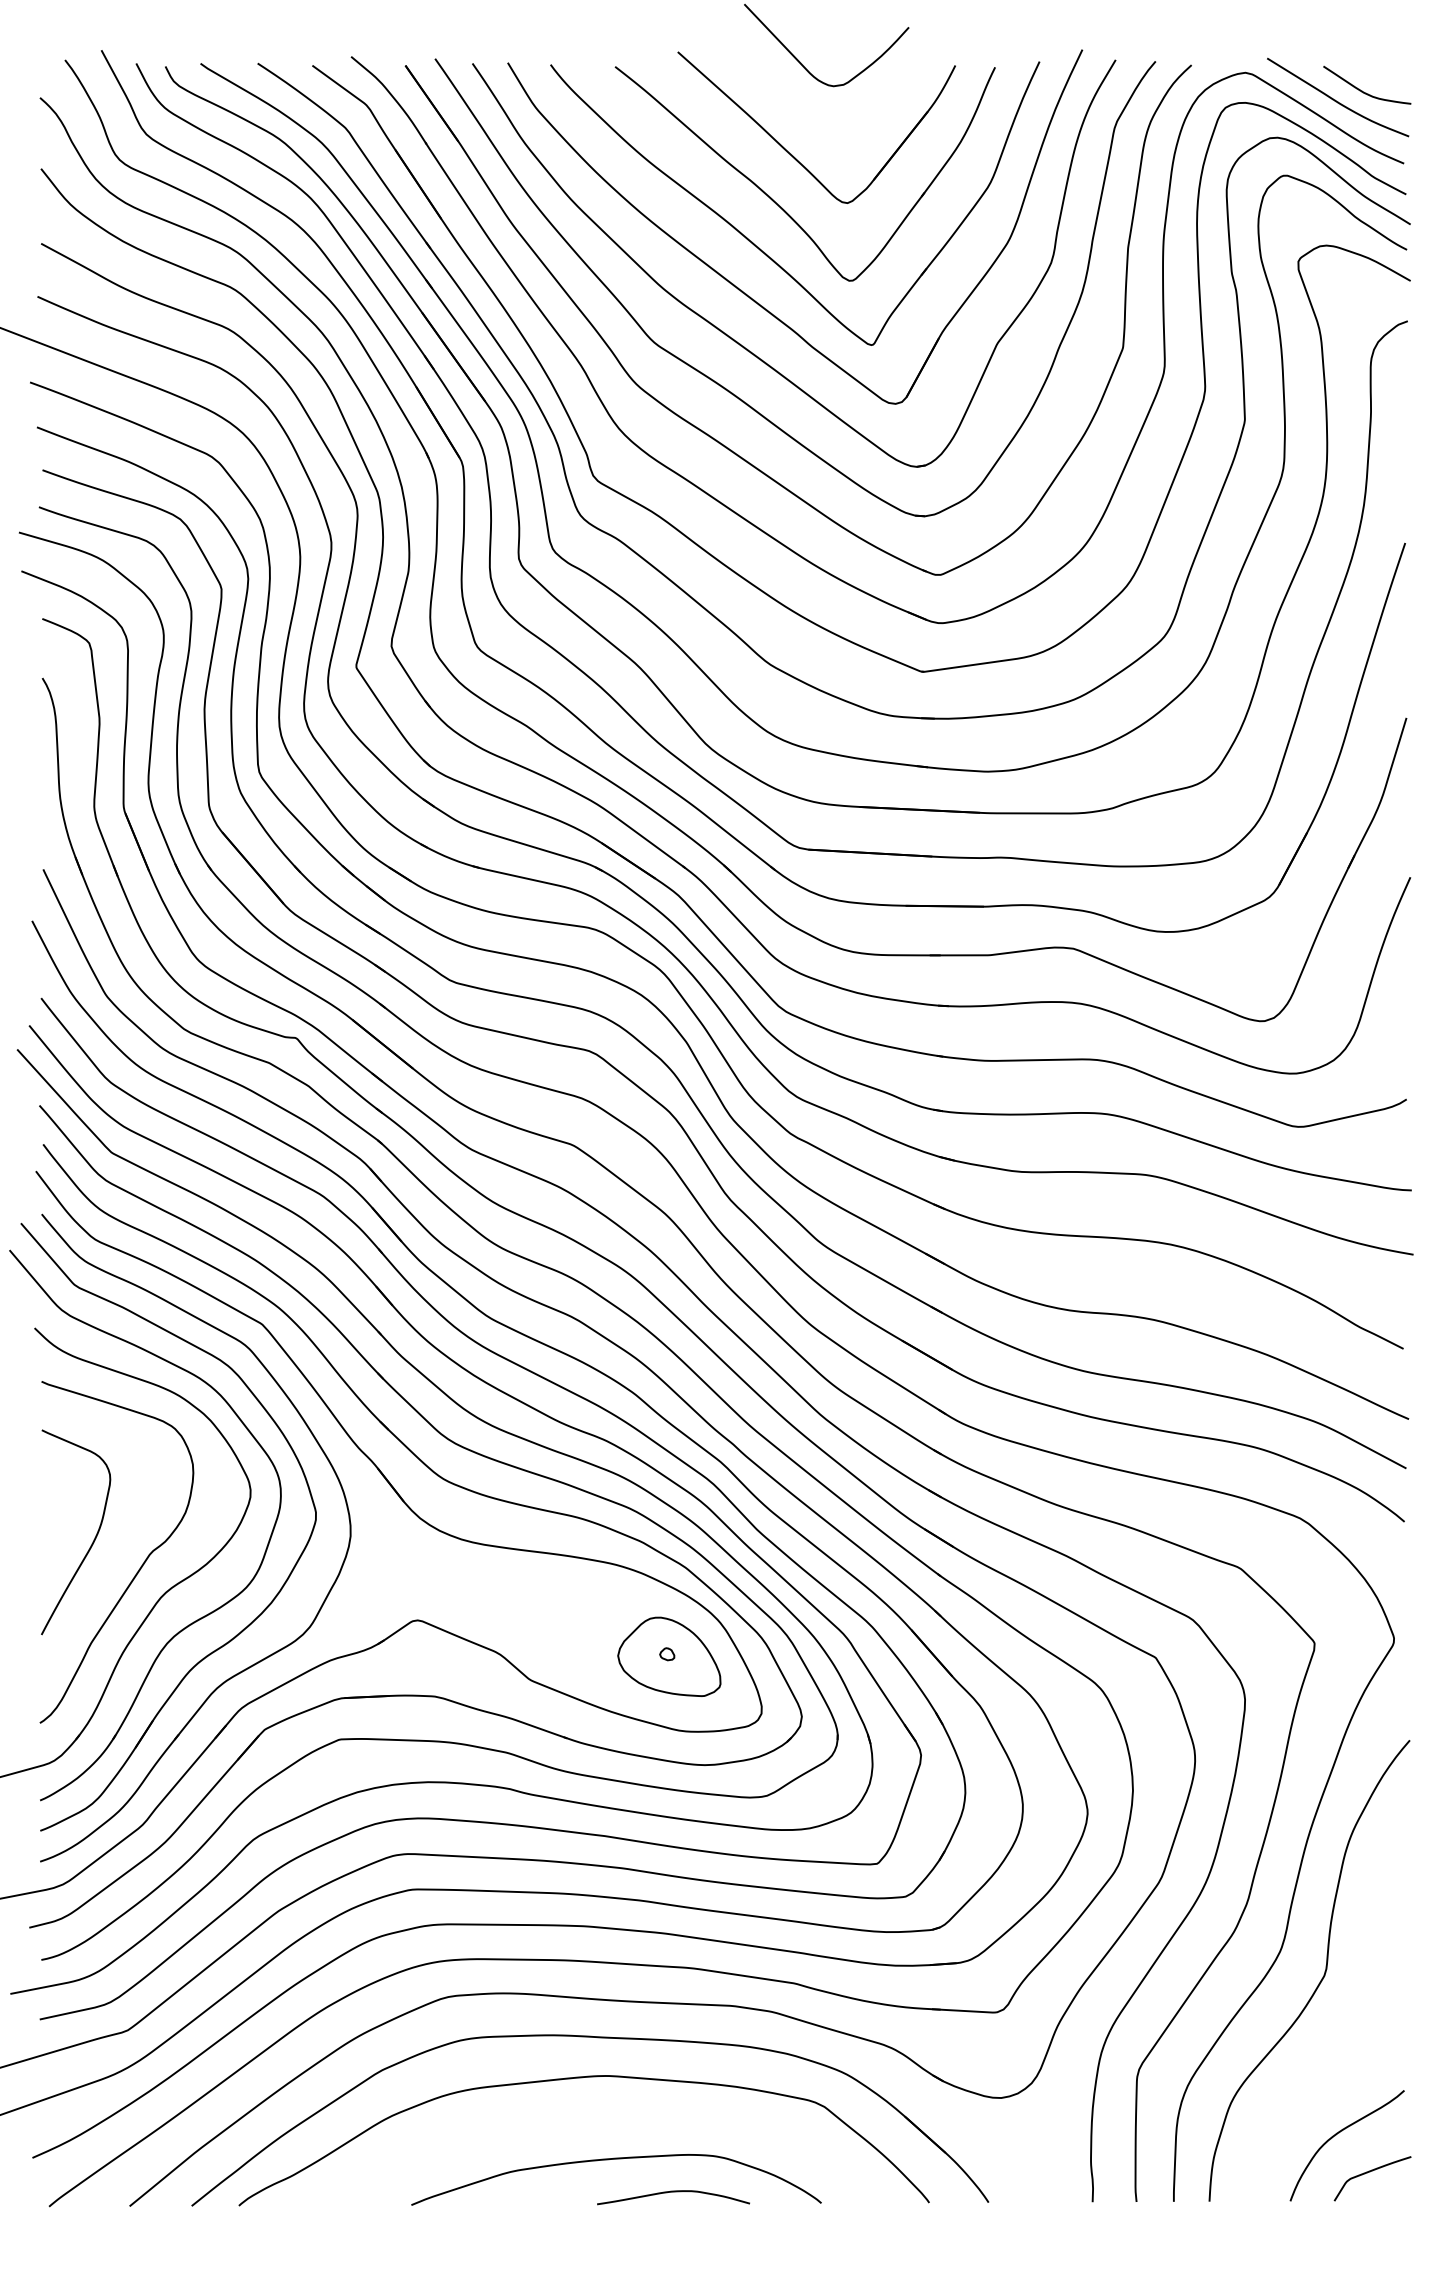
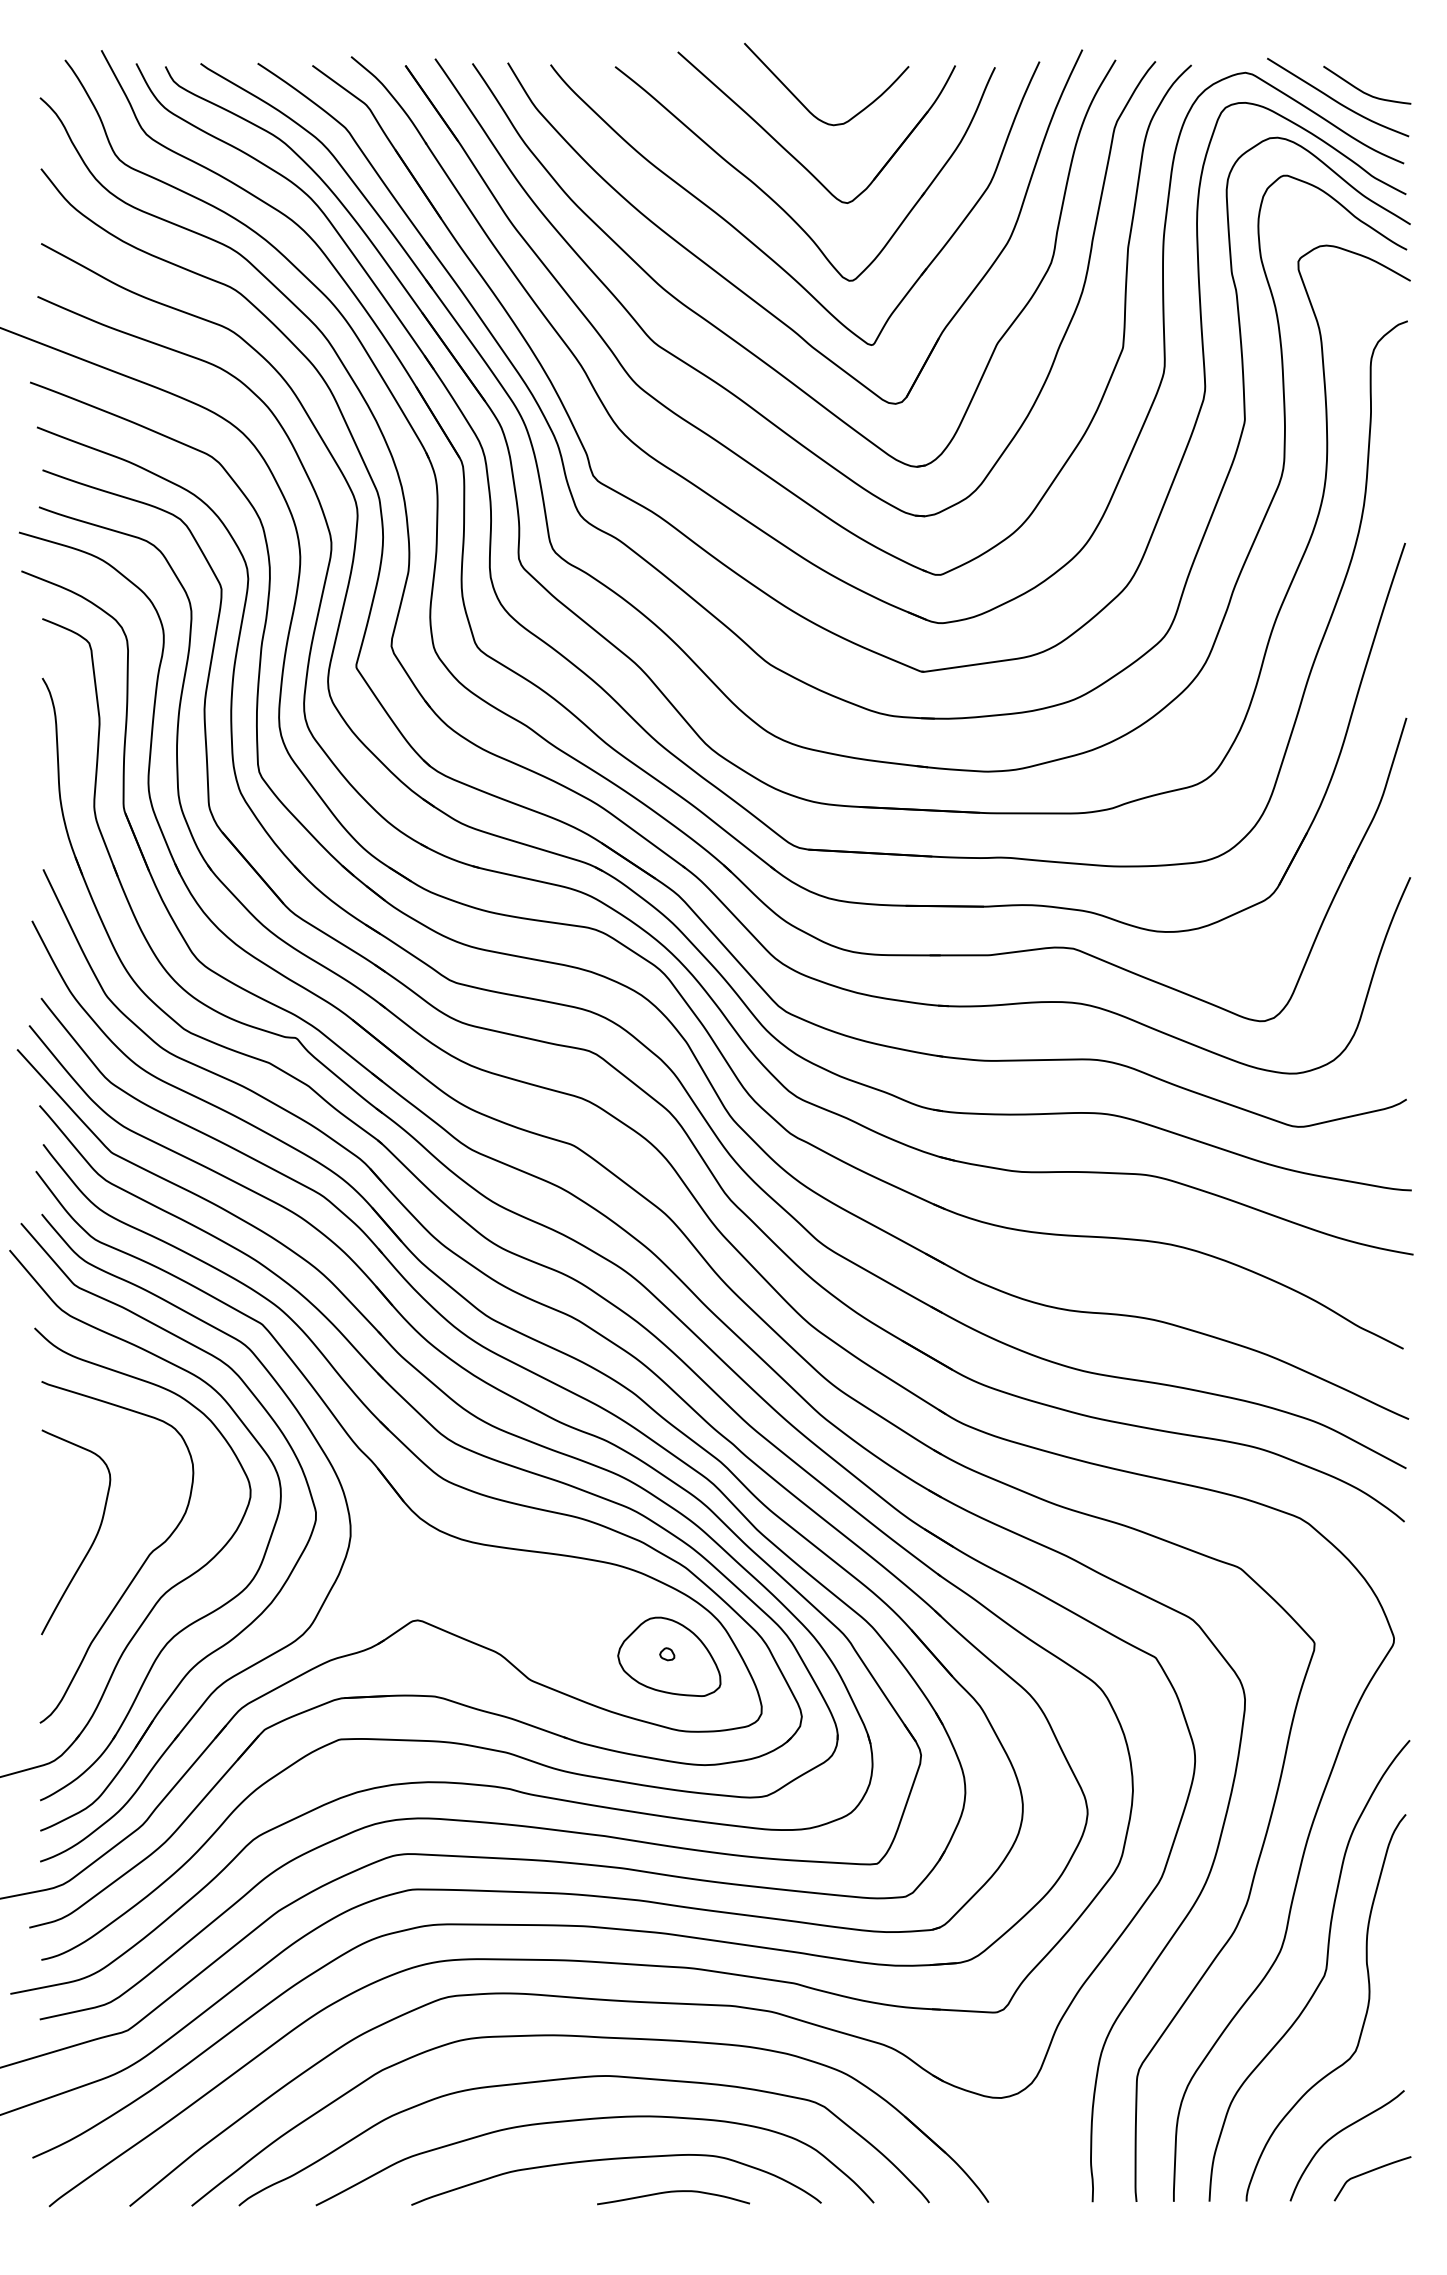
curve at (801, 62) position: (801, 62) -> (801, 101)
curve at (1364, 2016): none -> present
curve at (587, 2120): none -> present
